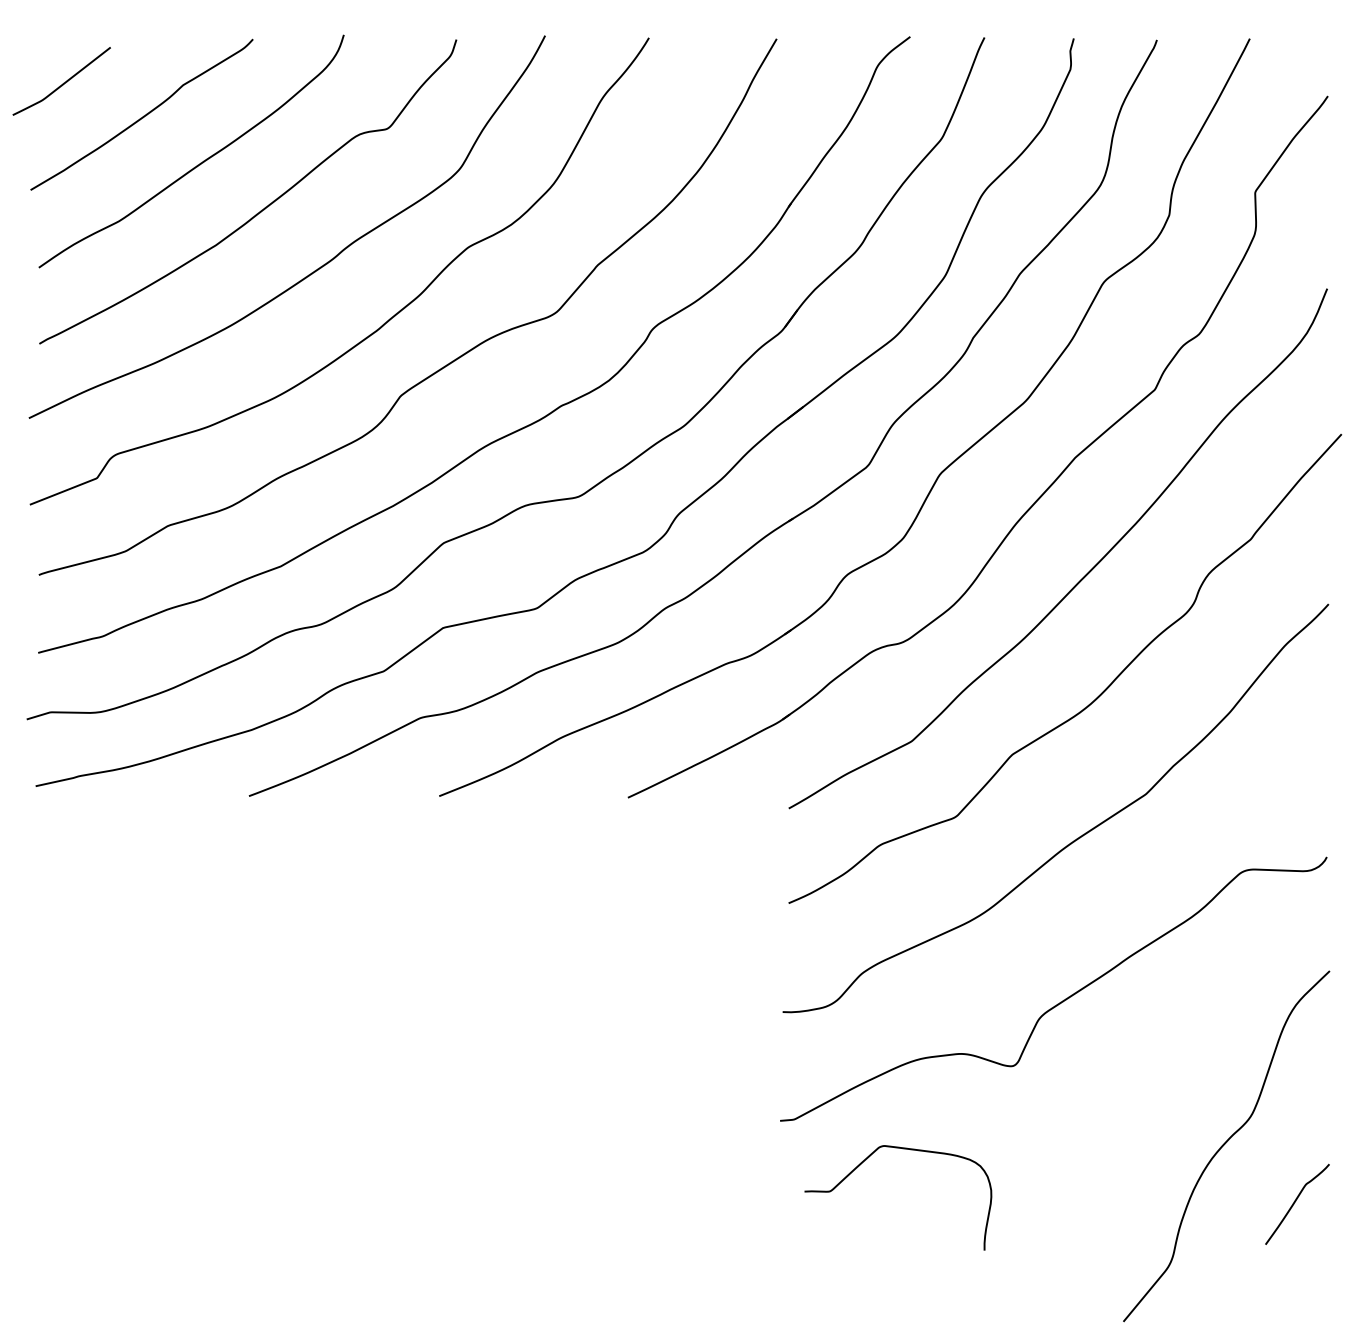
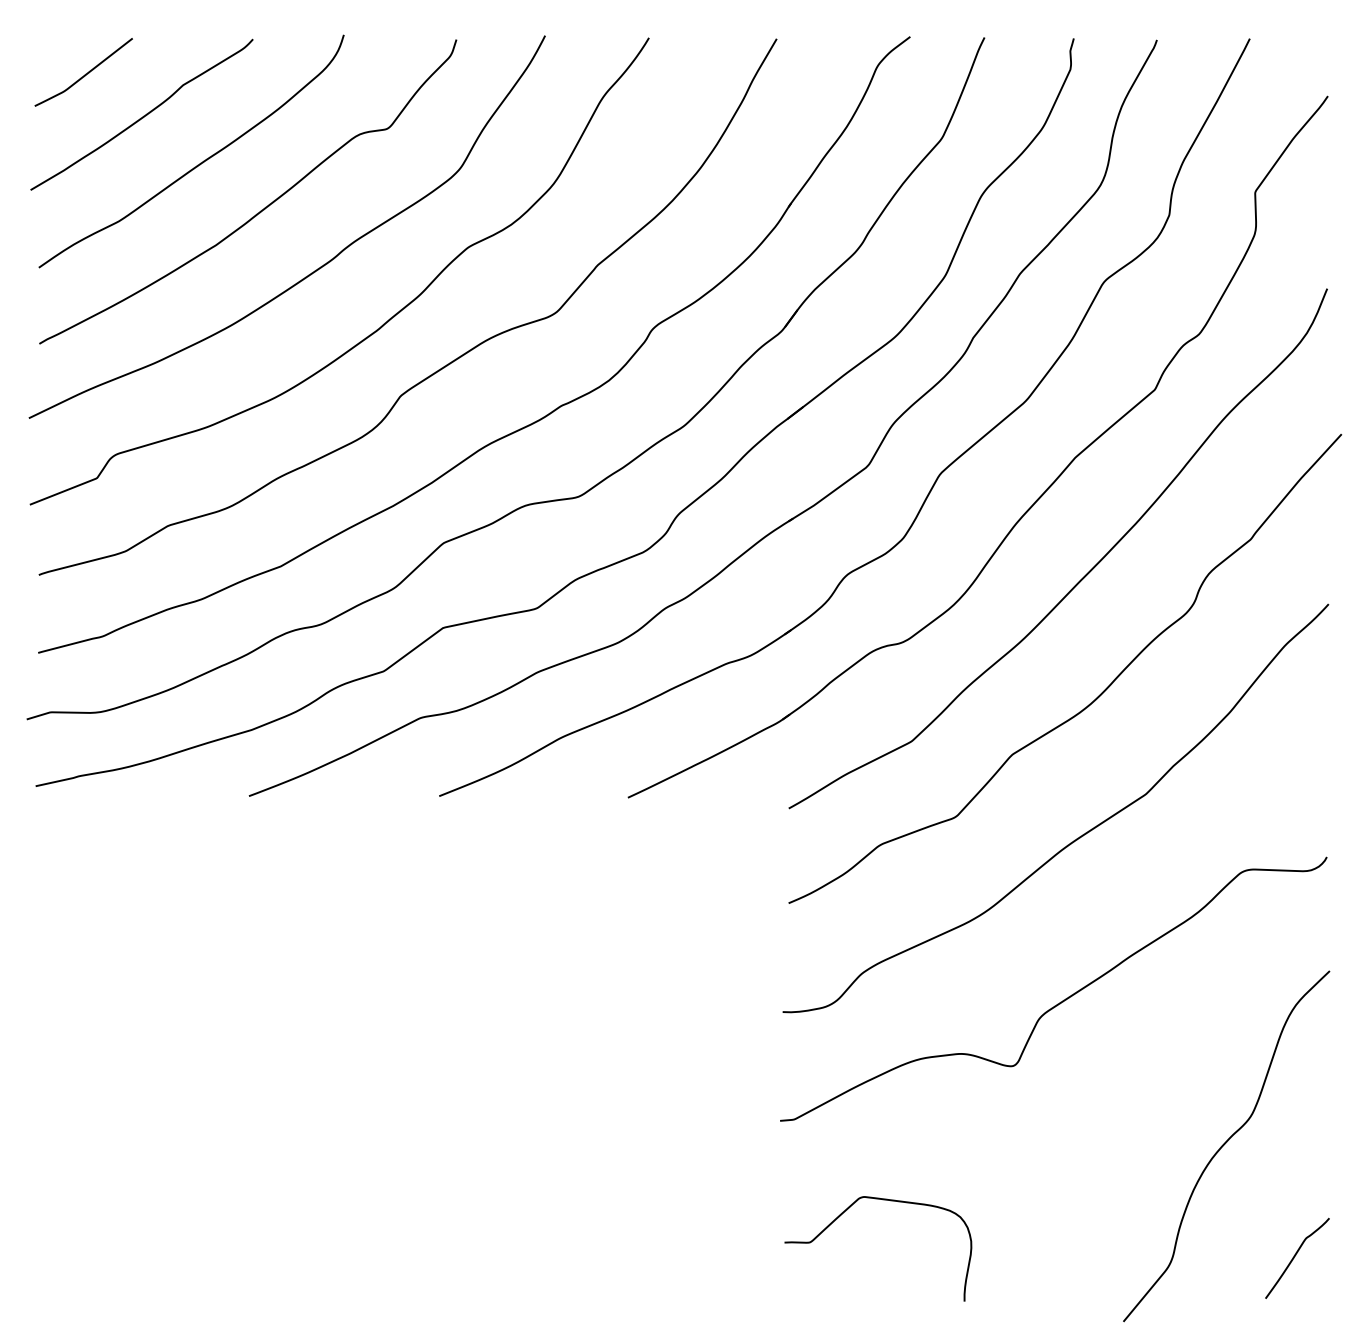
curve at (63, 82) position: (63, 82) -> (85, 73)
curve at (902, 1149) position: (902, 1149) -> (882, 1200)
curve at (1296, 1201) position: (1296, 1201) -> (1296, 1255)
